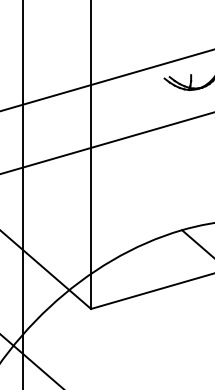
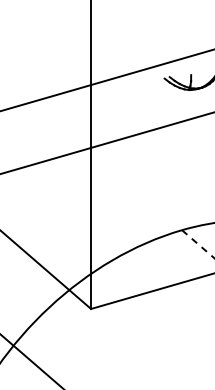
line at (22, 194): present -> none
line at (198, 244): solid -> dashed
